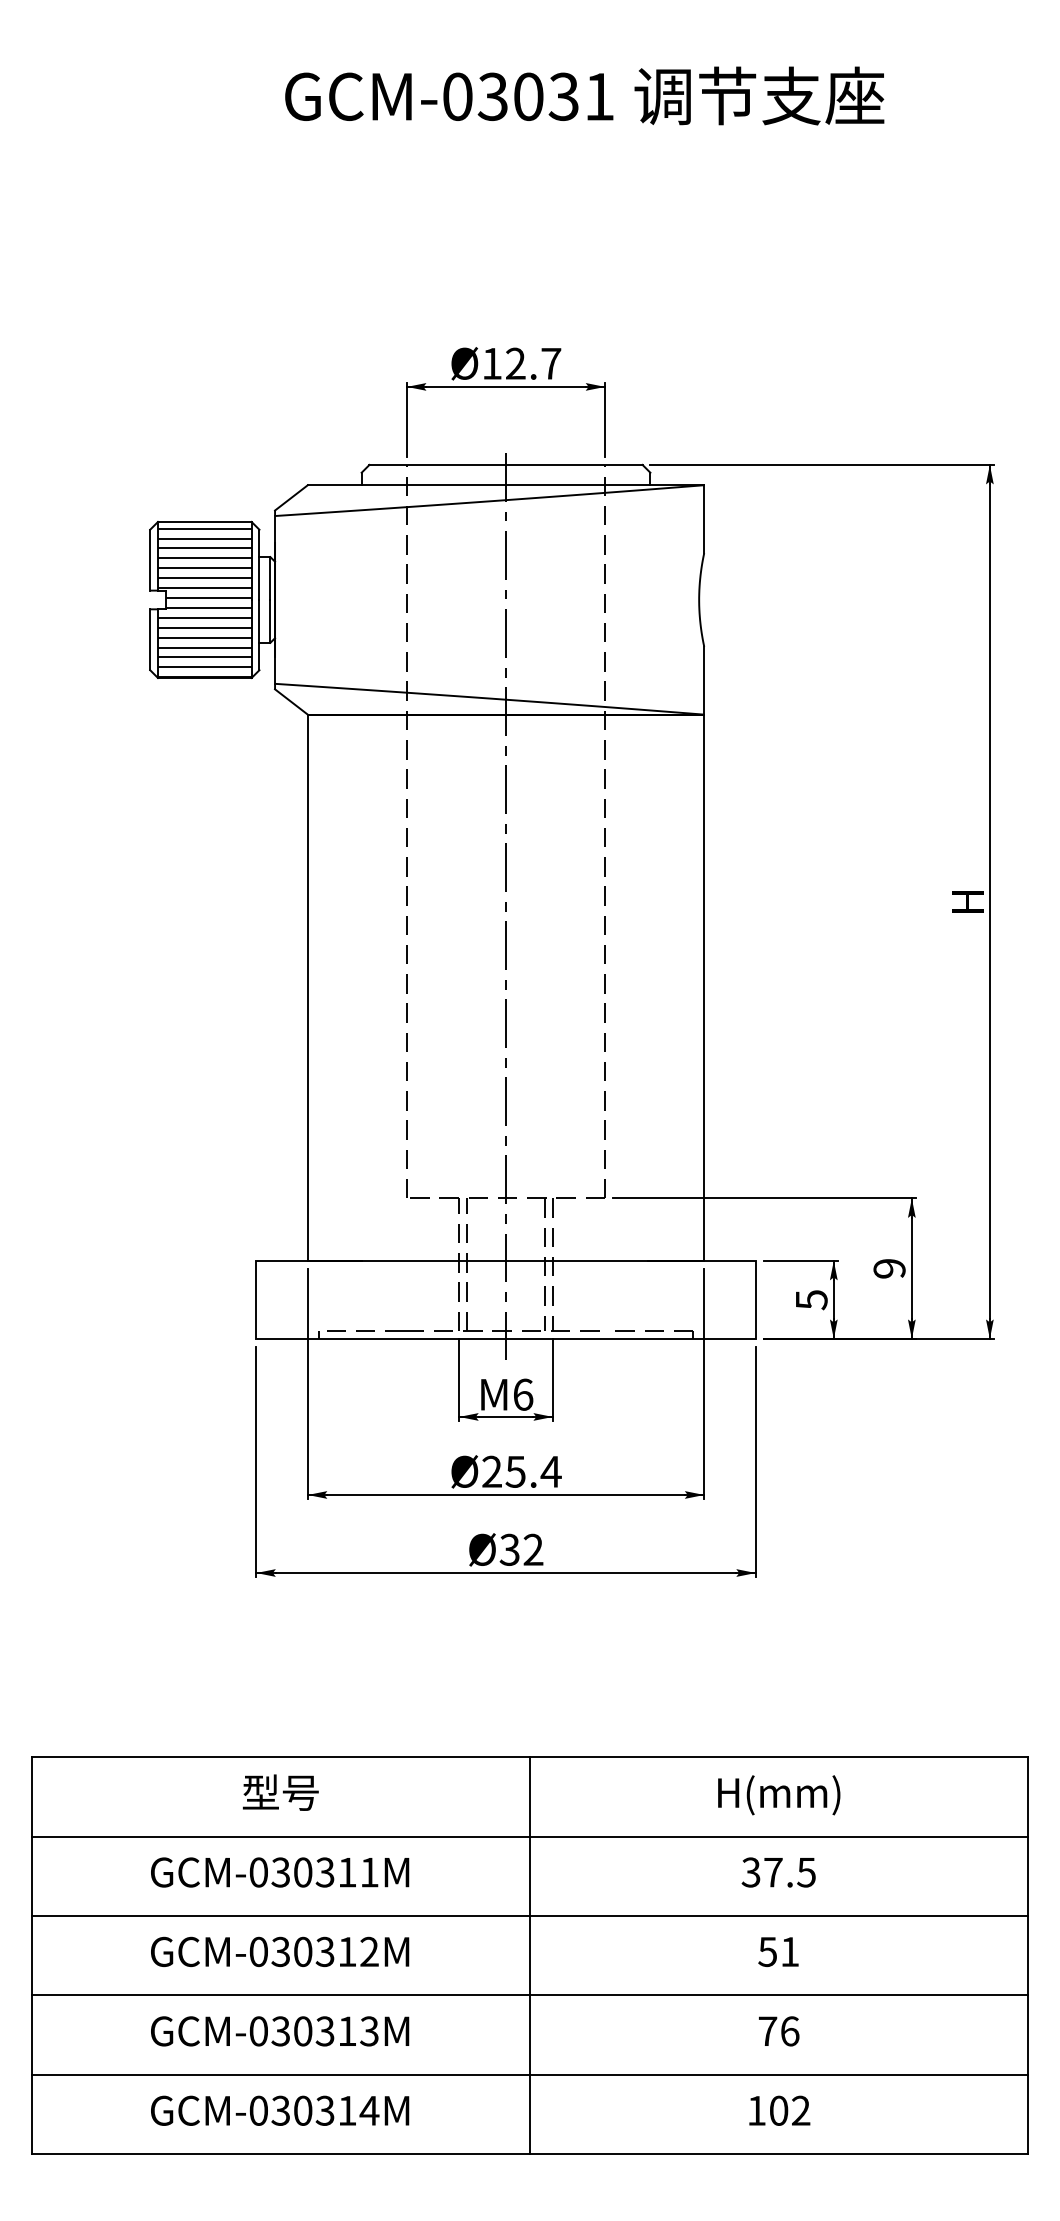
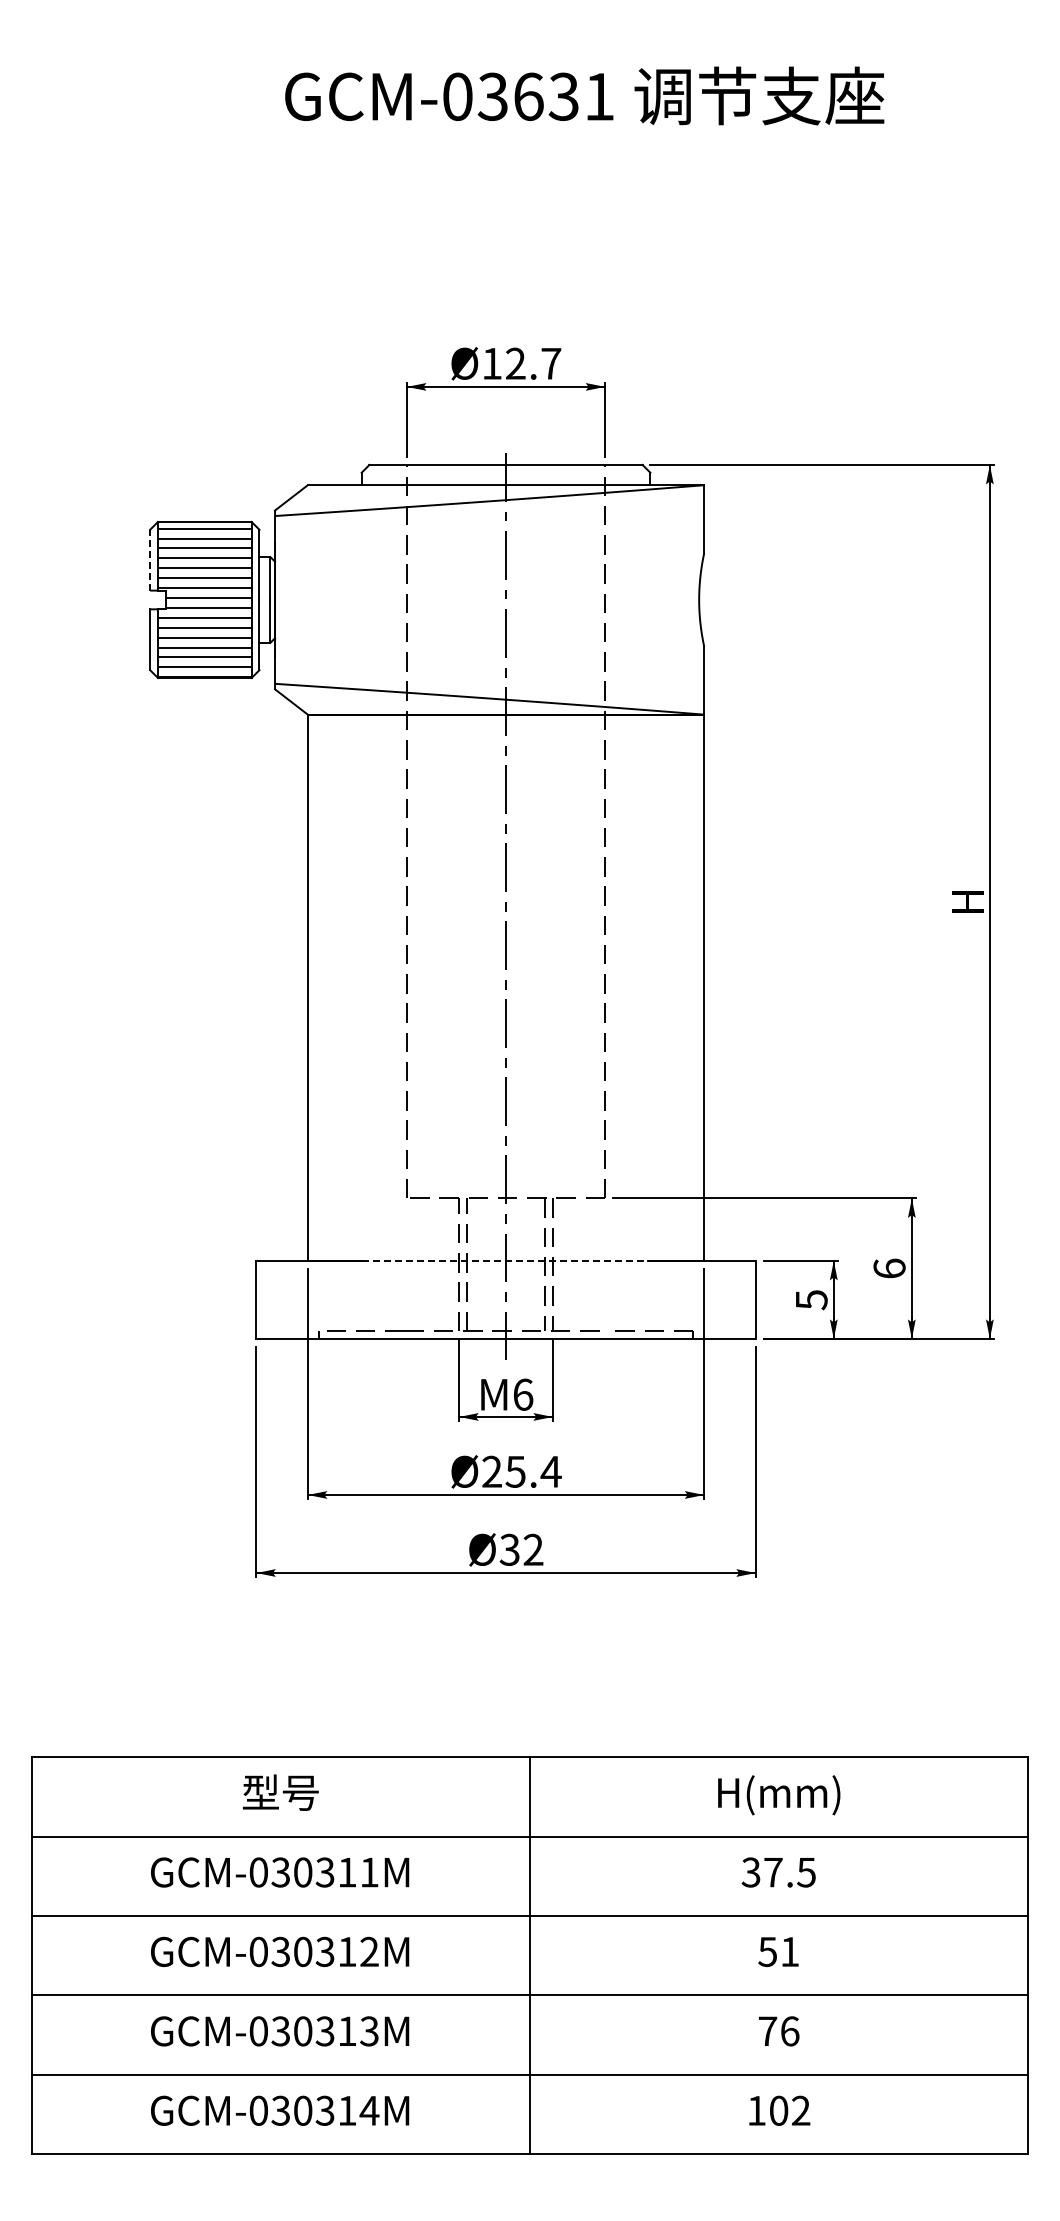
text at (528, 96): GCM-03031 -> GCM-03631
line at (150, 559): solid -> dashed
line at (505, 1260): solid -> dashed
text at (889, 1268): 9 -> 6
